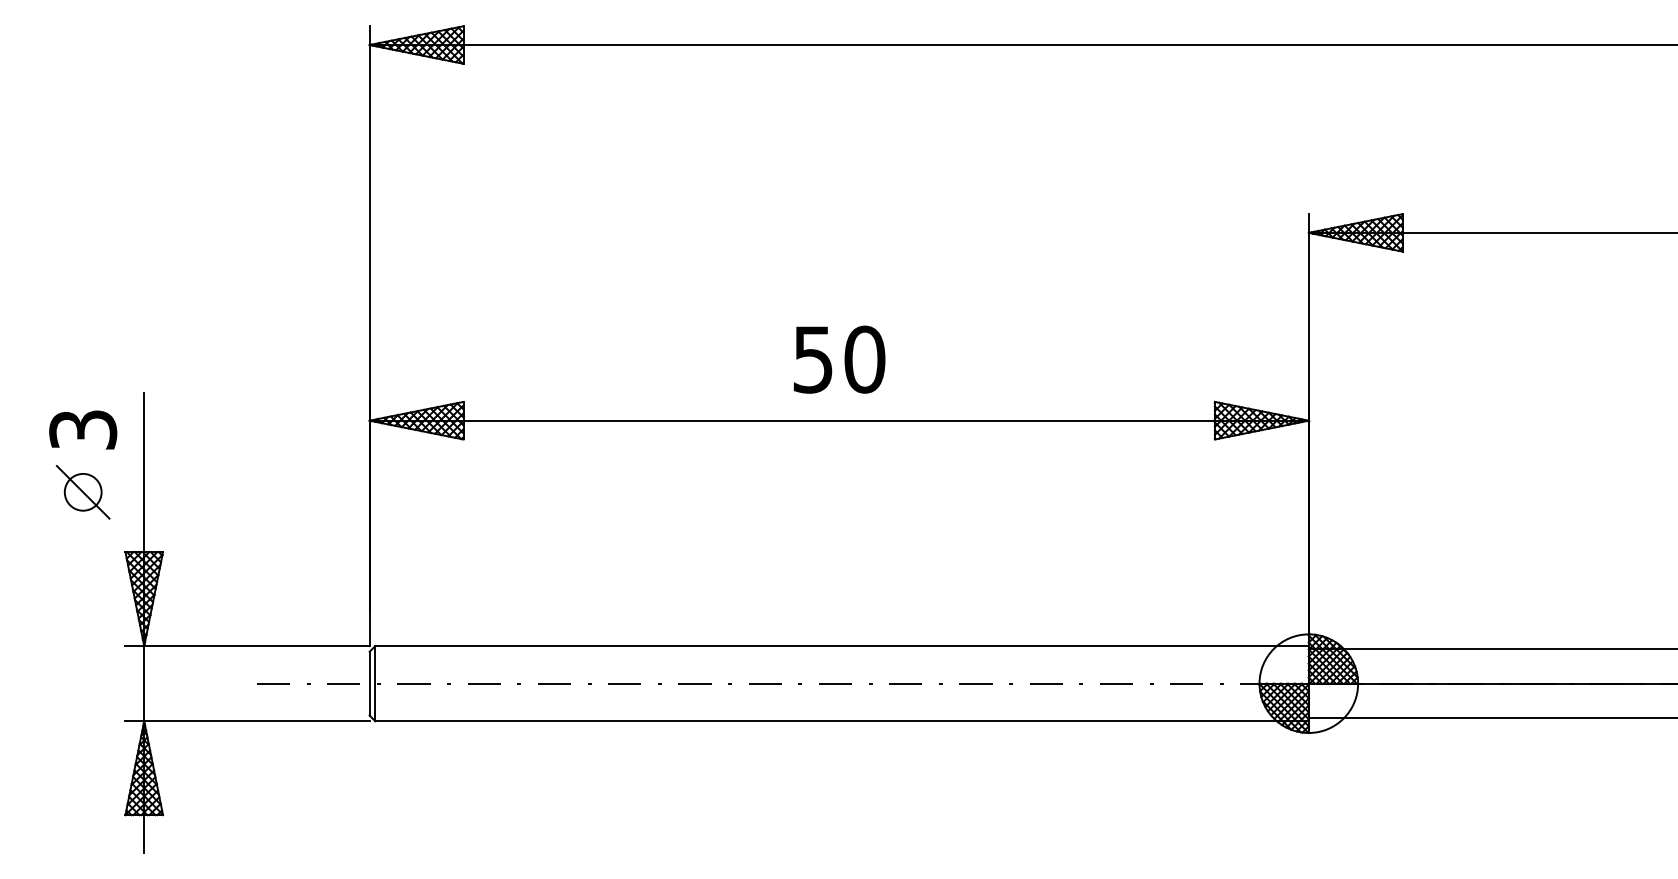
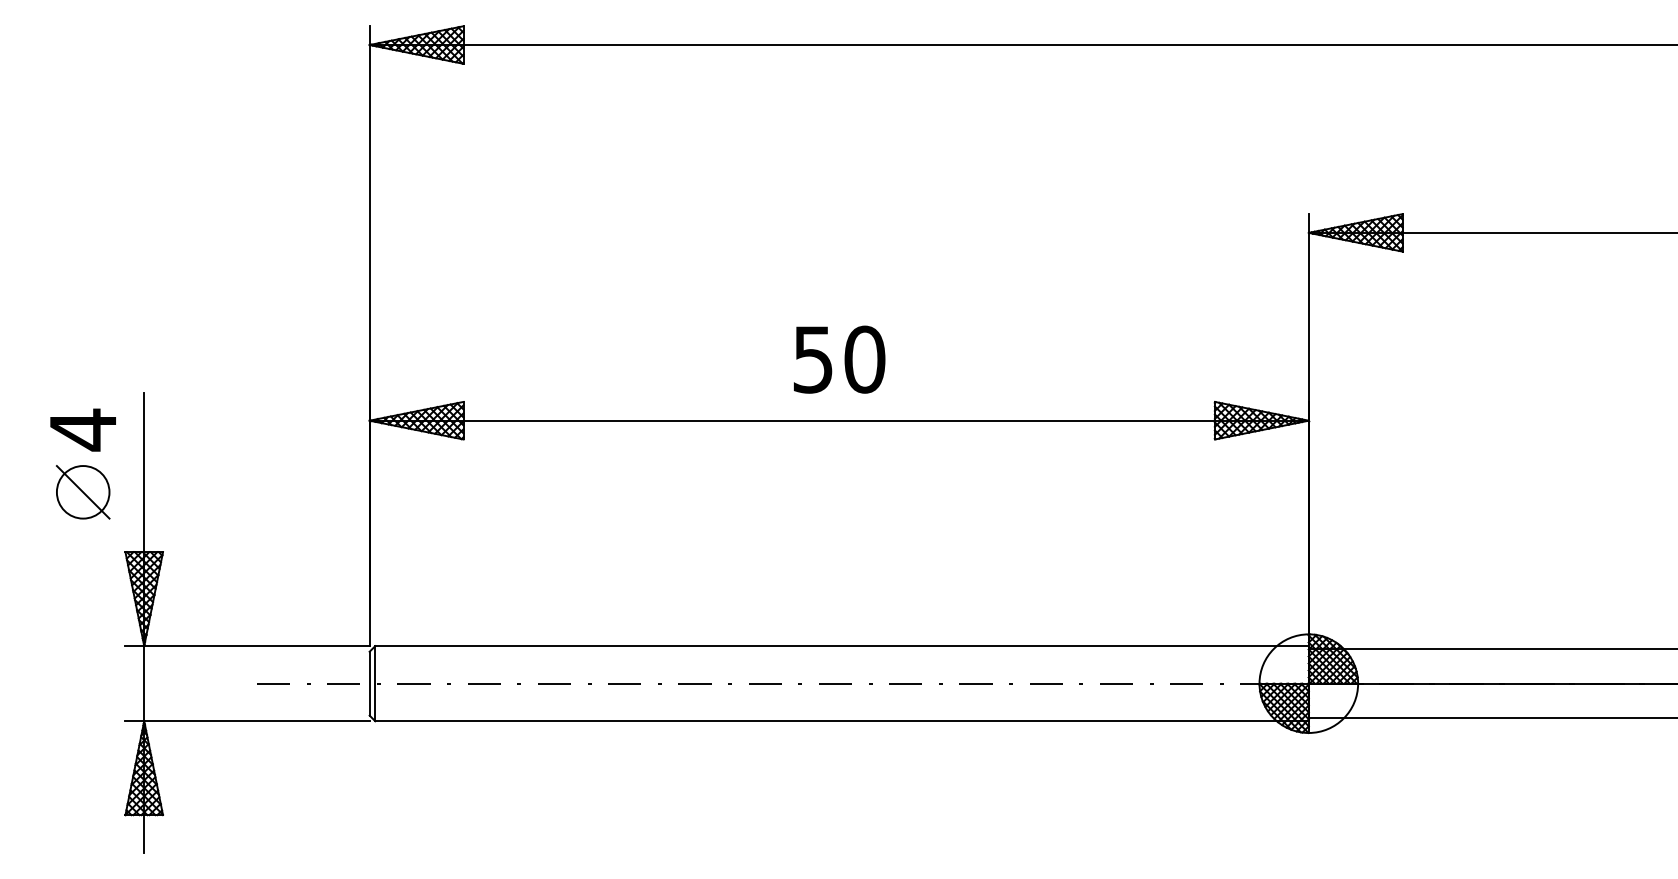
text at (83, 429): 3 -> 4
circle at (82, 491) diameter: 37 px -> 53 px
